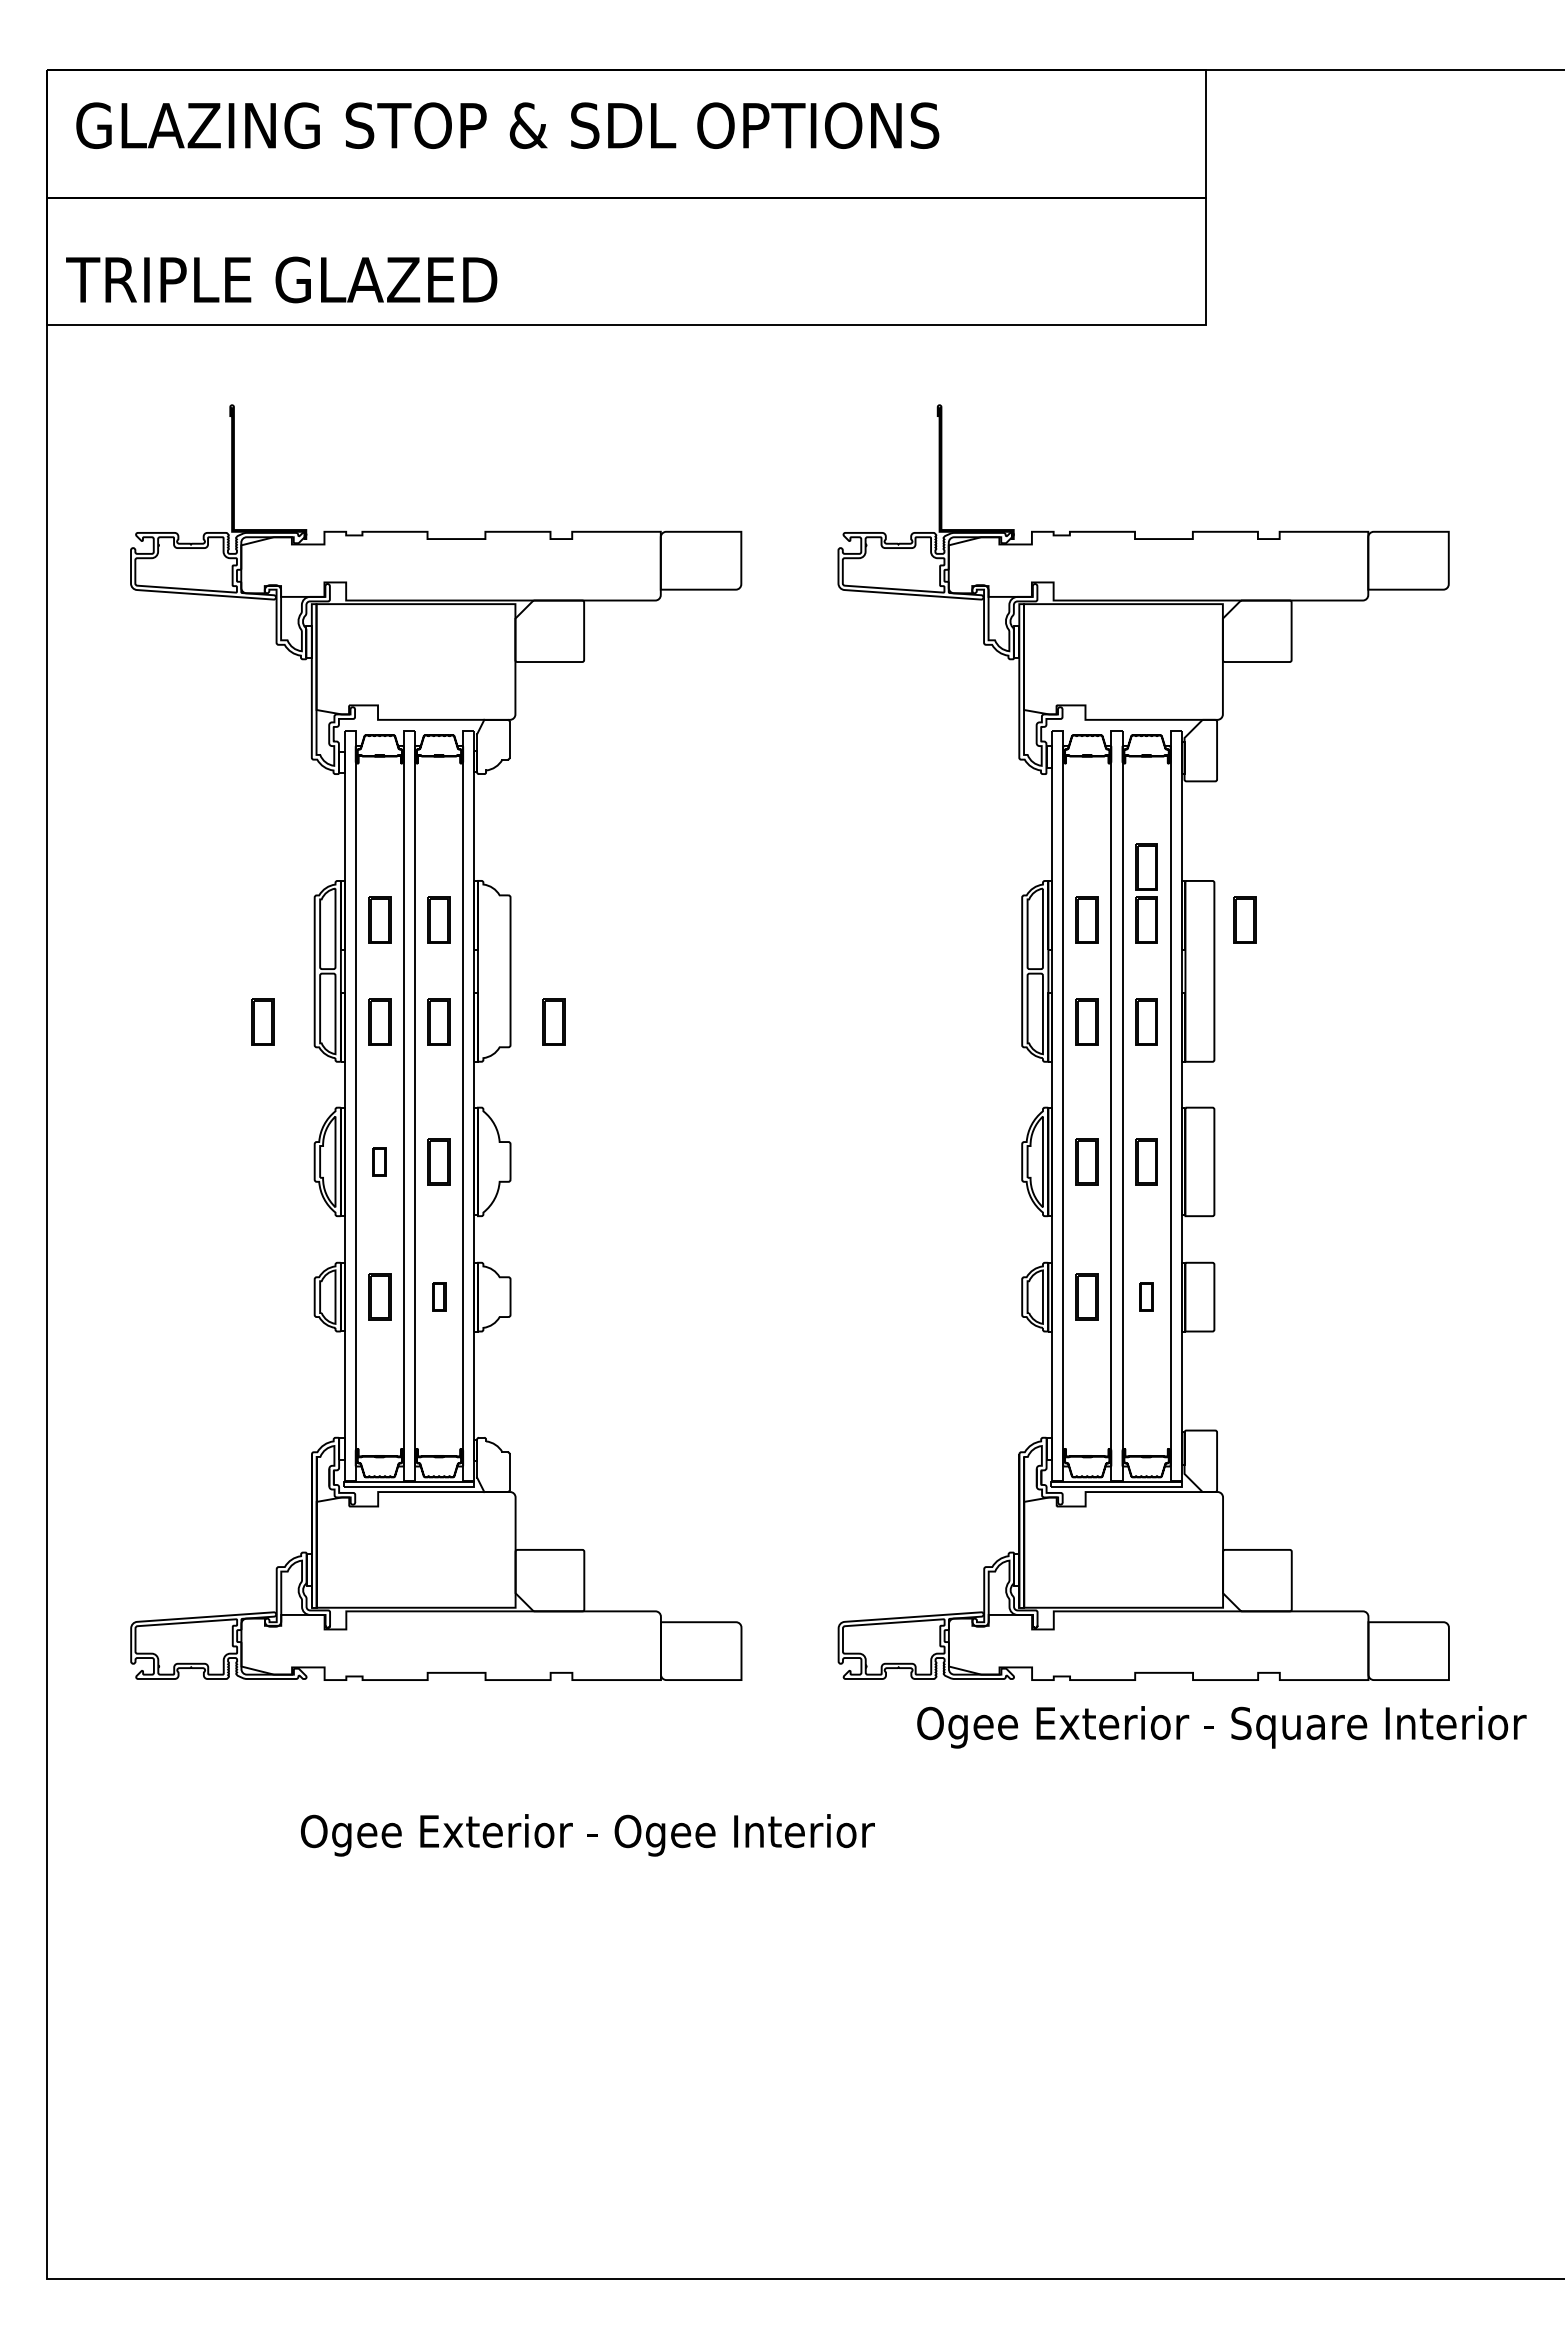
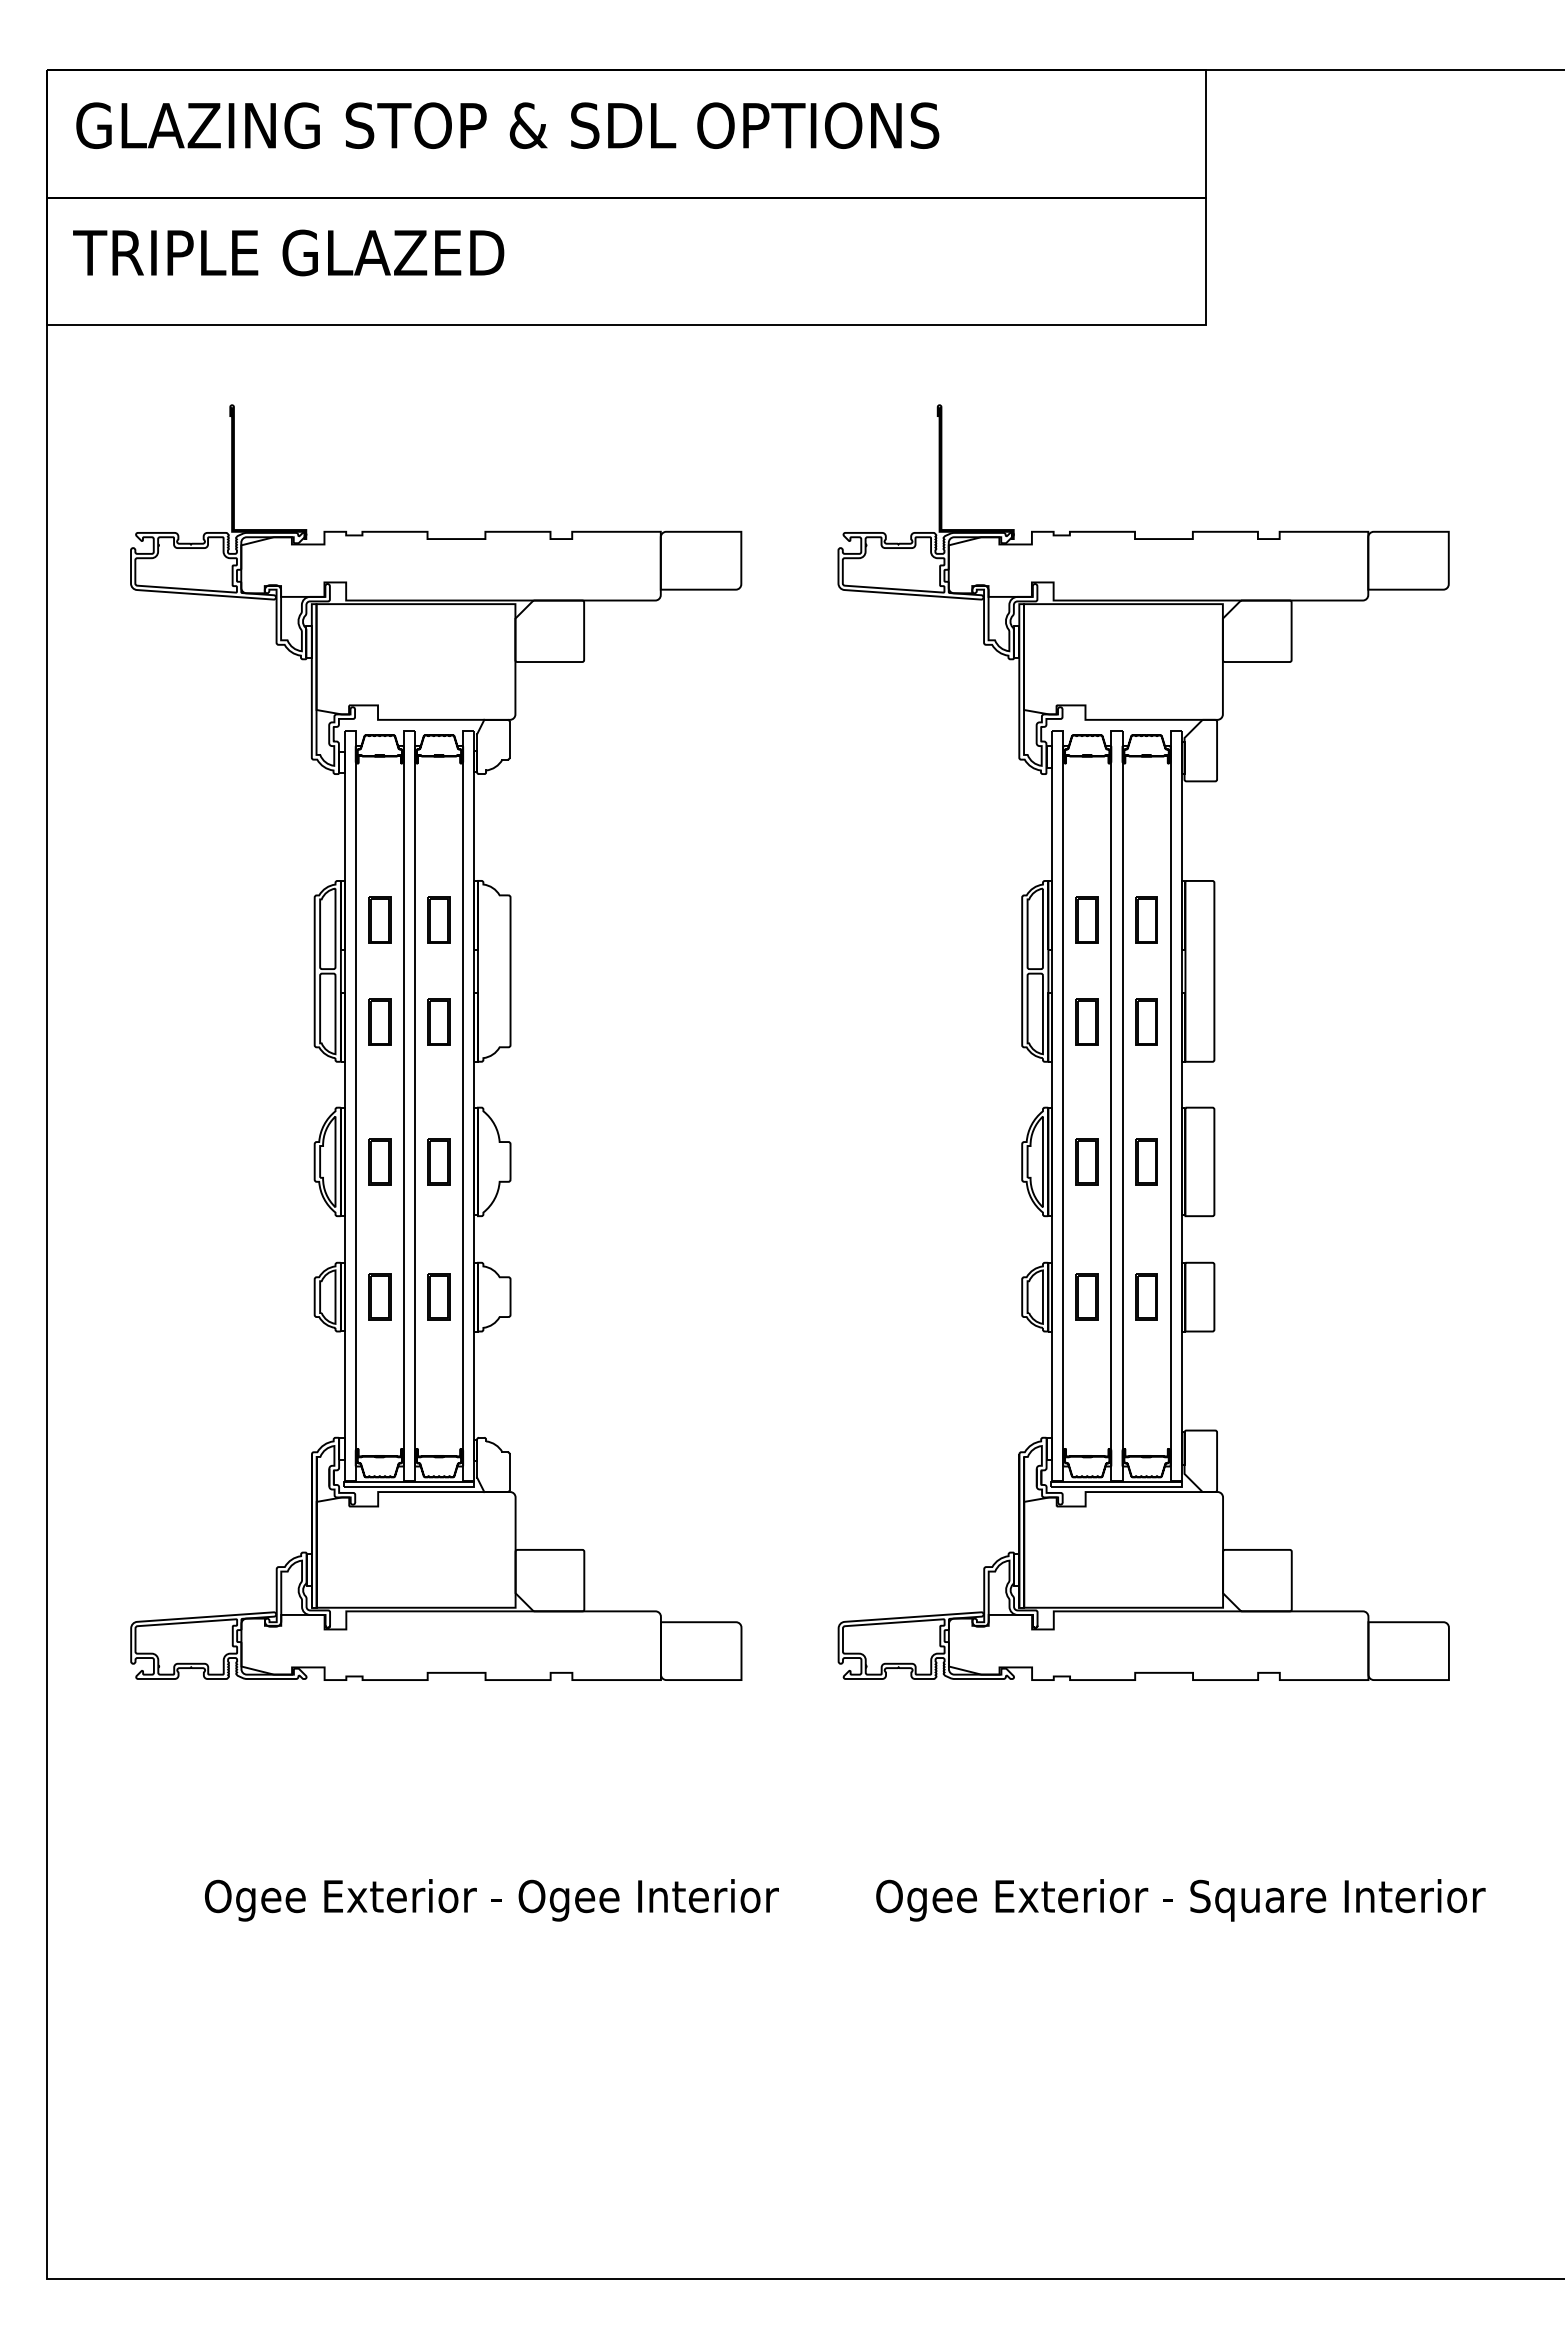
text at (281, 279) position: (281, 279) -> (288, 252)
part at (1146, 866): present -> none
part at (1244, 919): present -> none
part at (262, 1021): present -> none
part at (553, 1021): present -> none
part at (379, 1161) size: 15x30 px -> 24x48 px
part at (439, 1296) size: 15x30 px -> 24x48 px
part at (1146, 1296) size: 15x30 px -> 23x48 px
text at (1221, 1727) position: (1221, 1727) -> (1180, 1900)
text at (587, 1835) position: (587, 1835) -> (491, 1900)
